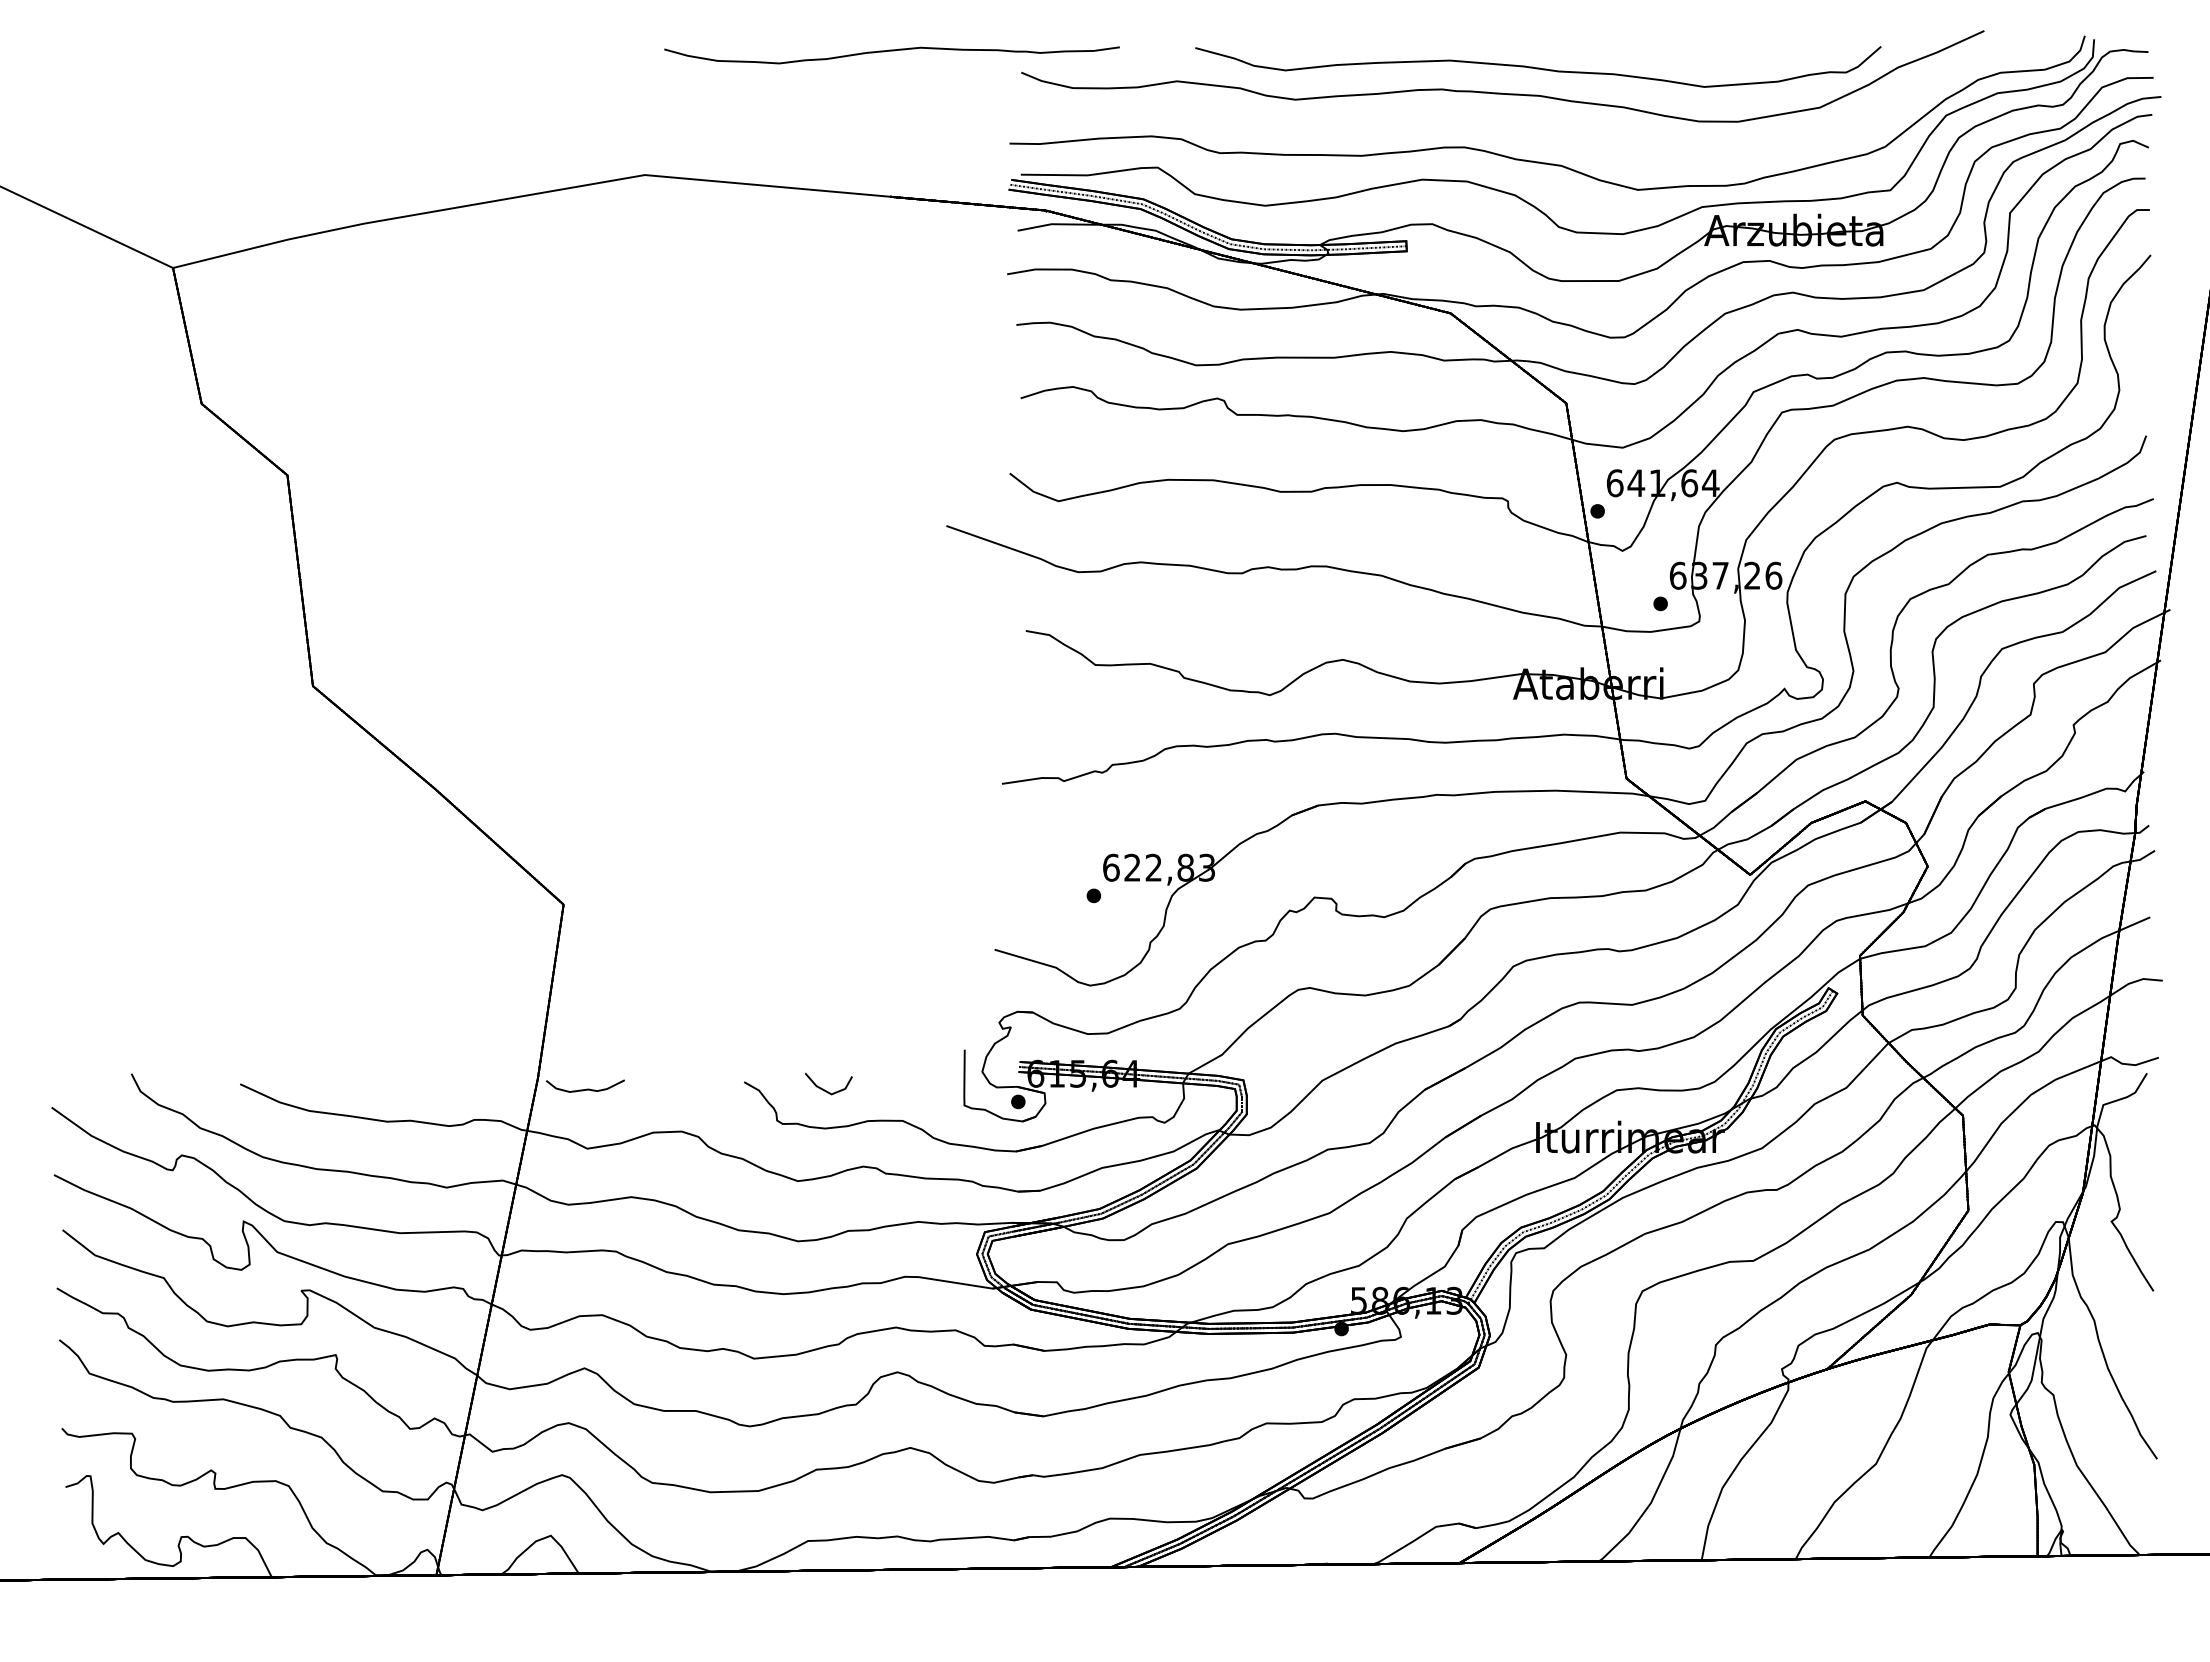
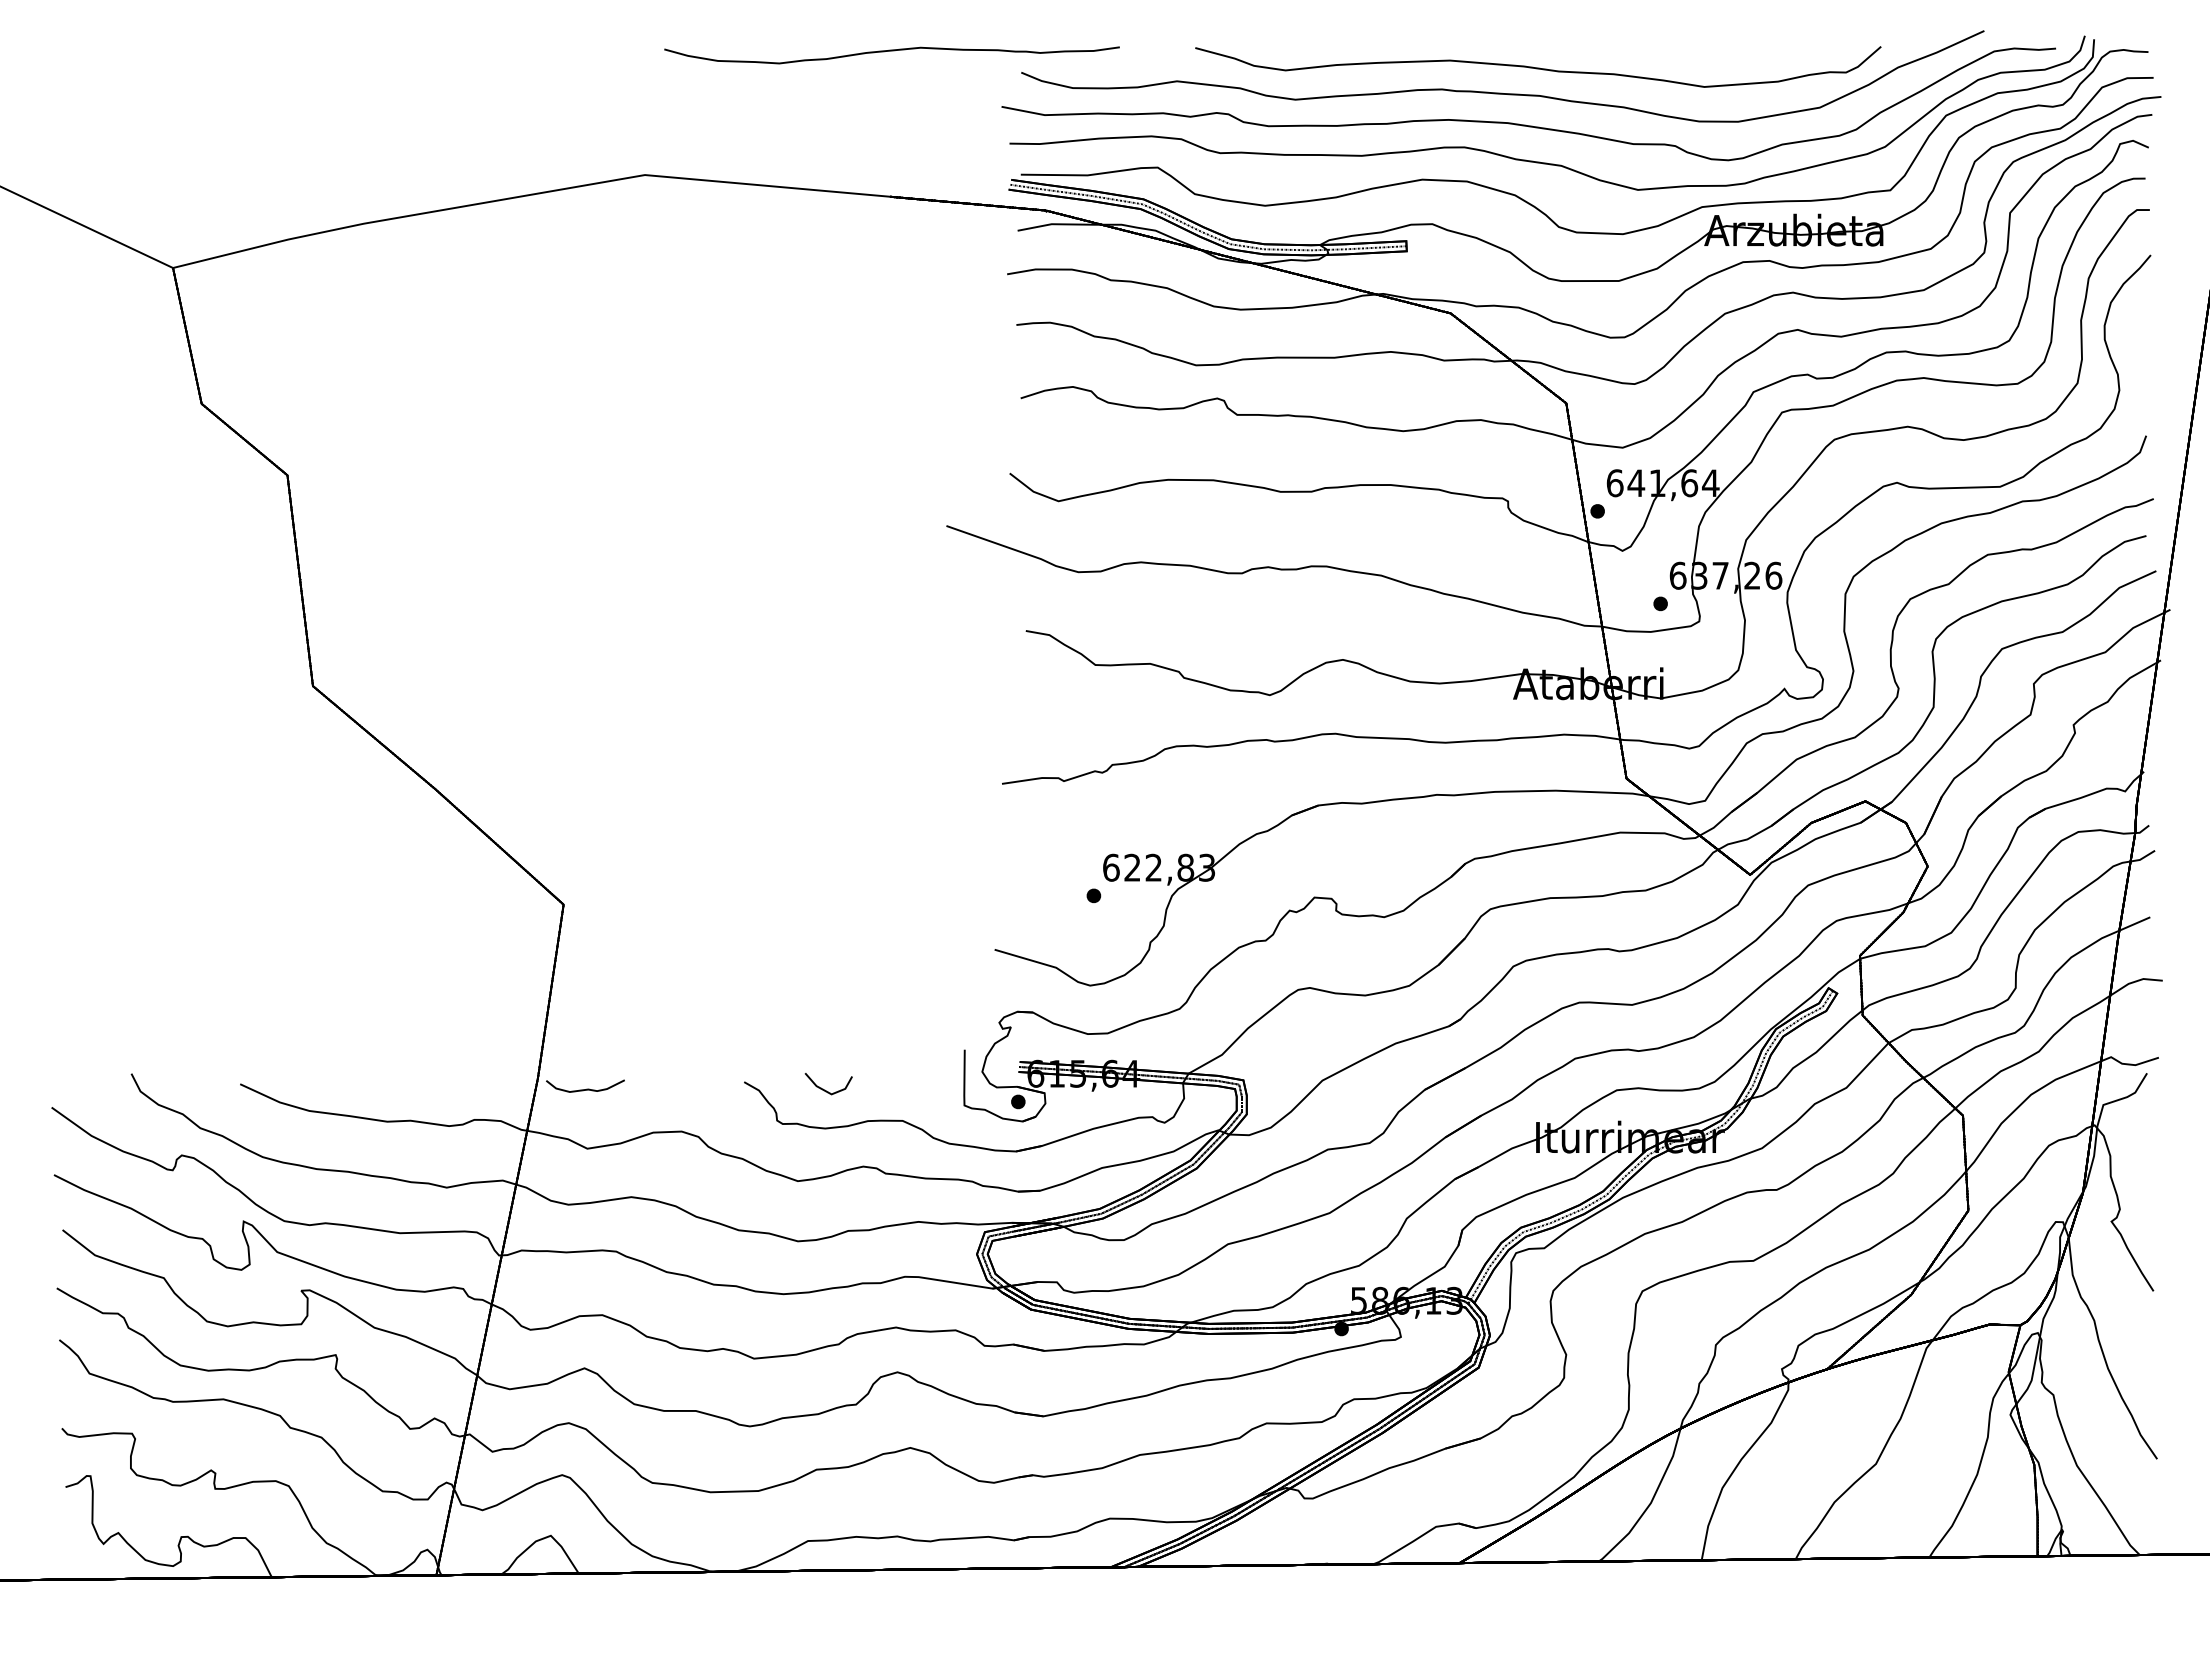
part at (1525, 124): none -> present
